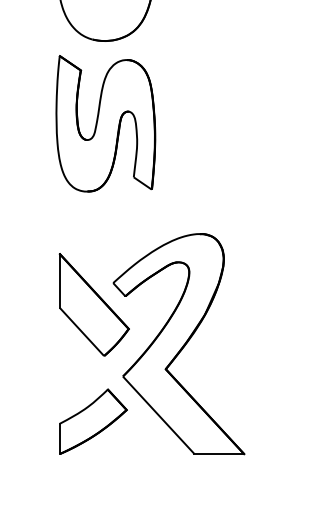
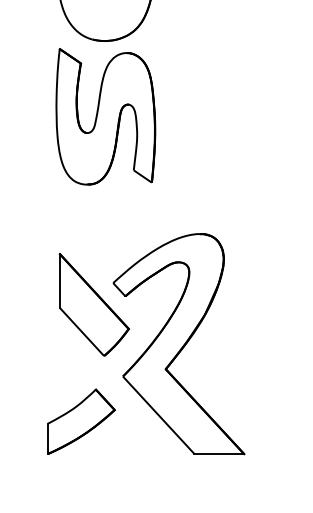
part at (105, 123) position: (105, 123) -> (105, 116)
part at (93, 421) position: (93, 421) -> (81, 421)
